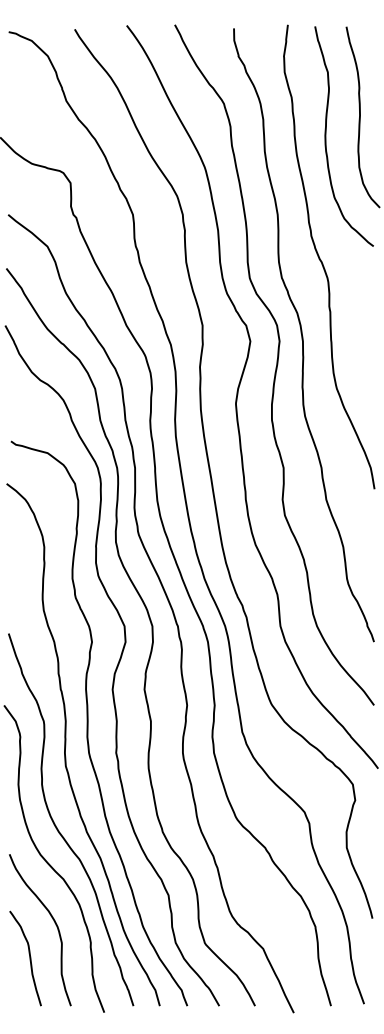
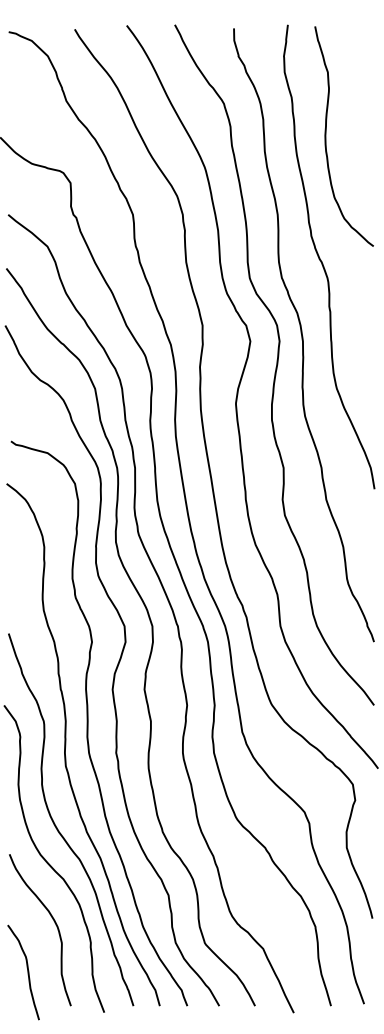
curve at (360, 117): present -> none
curve at (29, 958) position: (29, 958) -> (27, 972)
